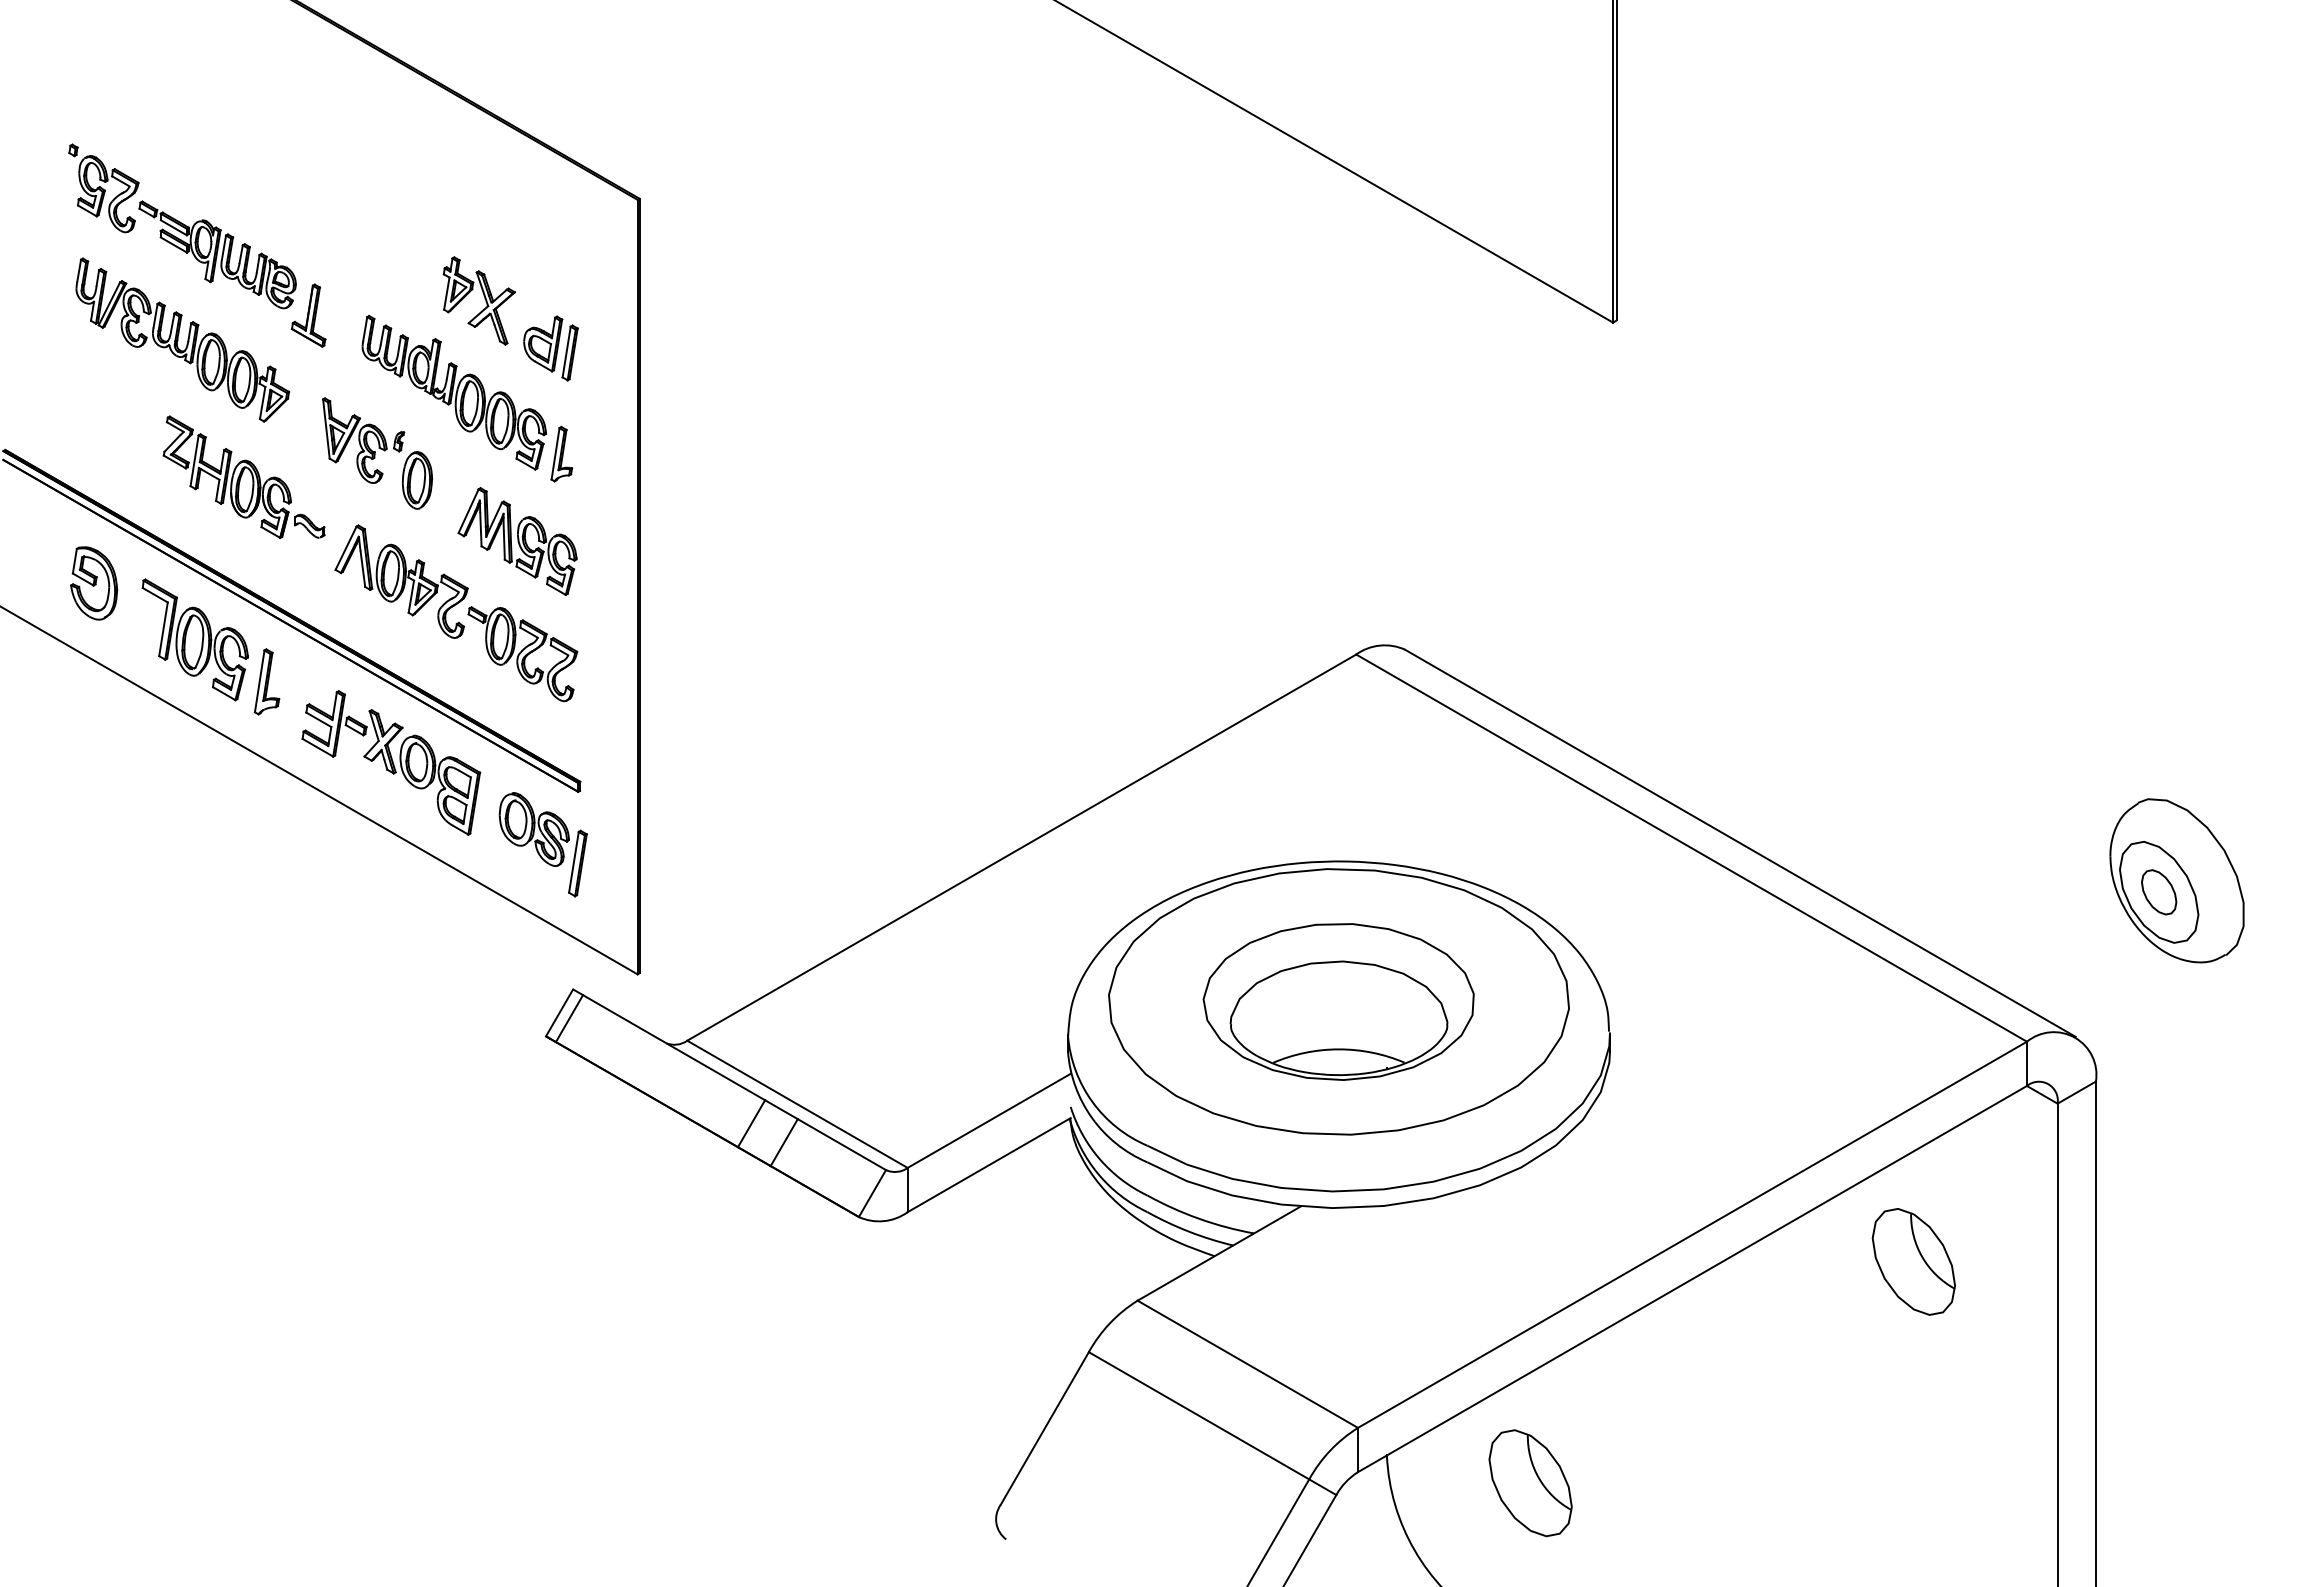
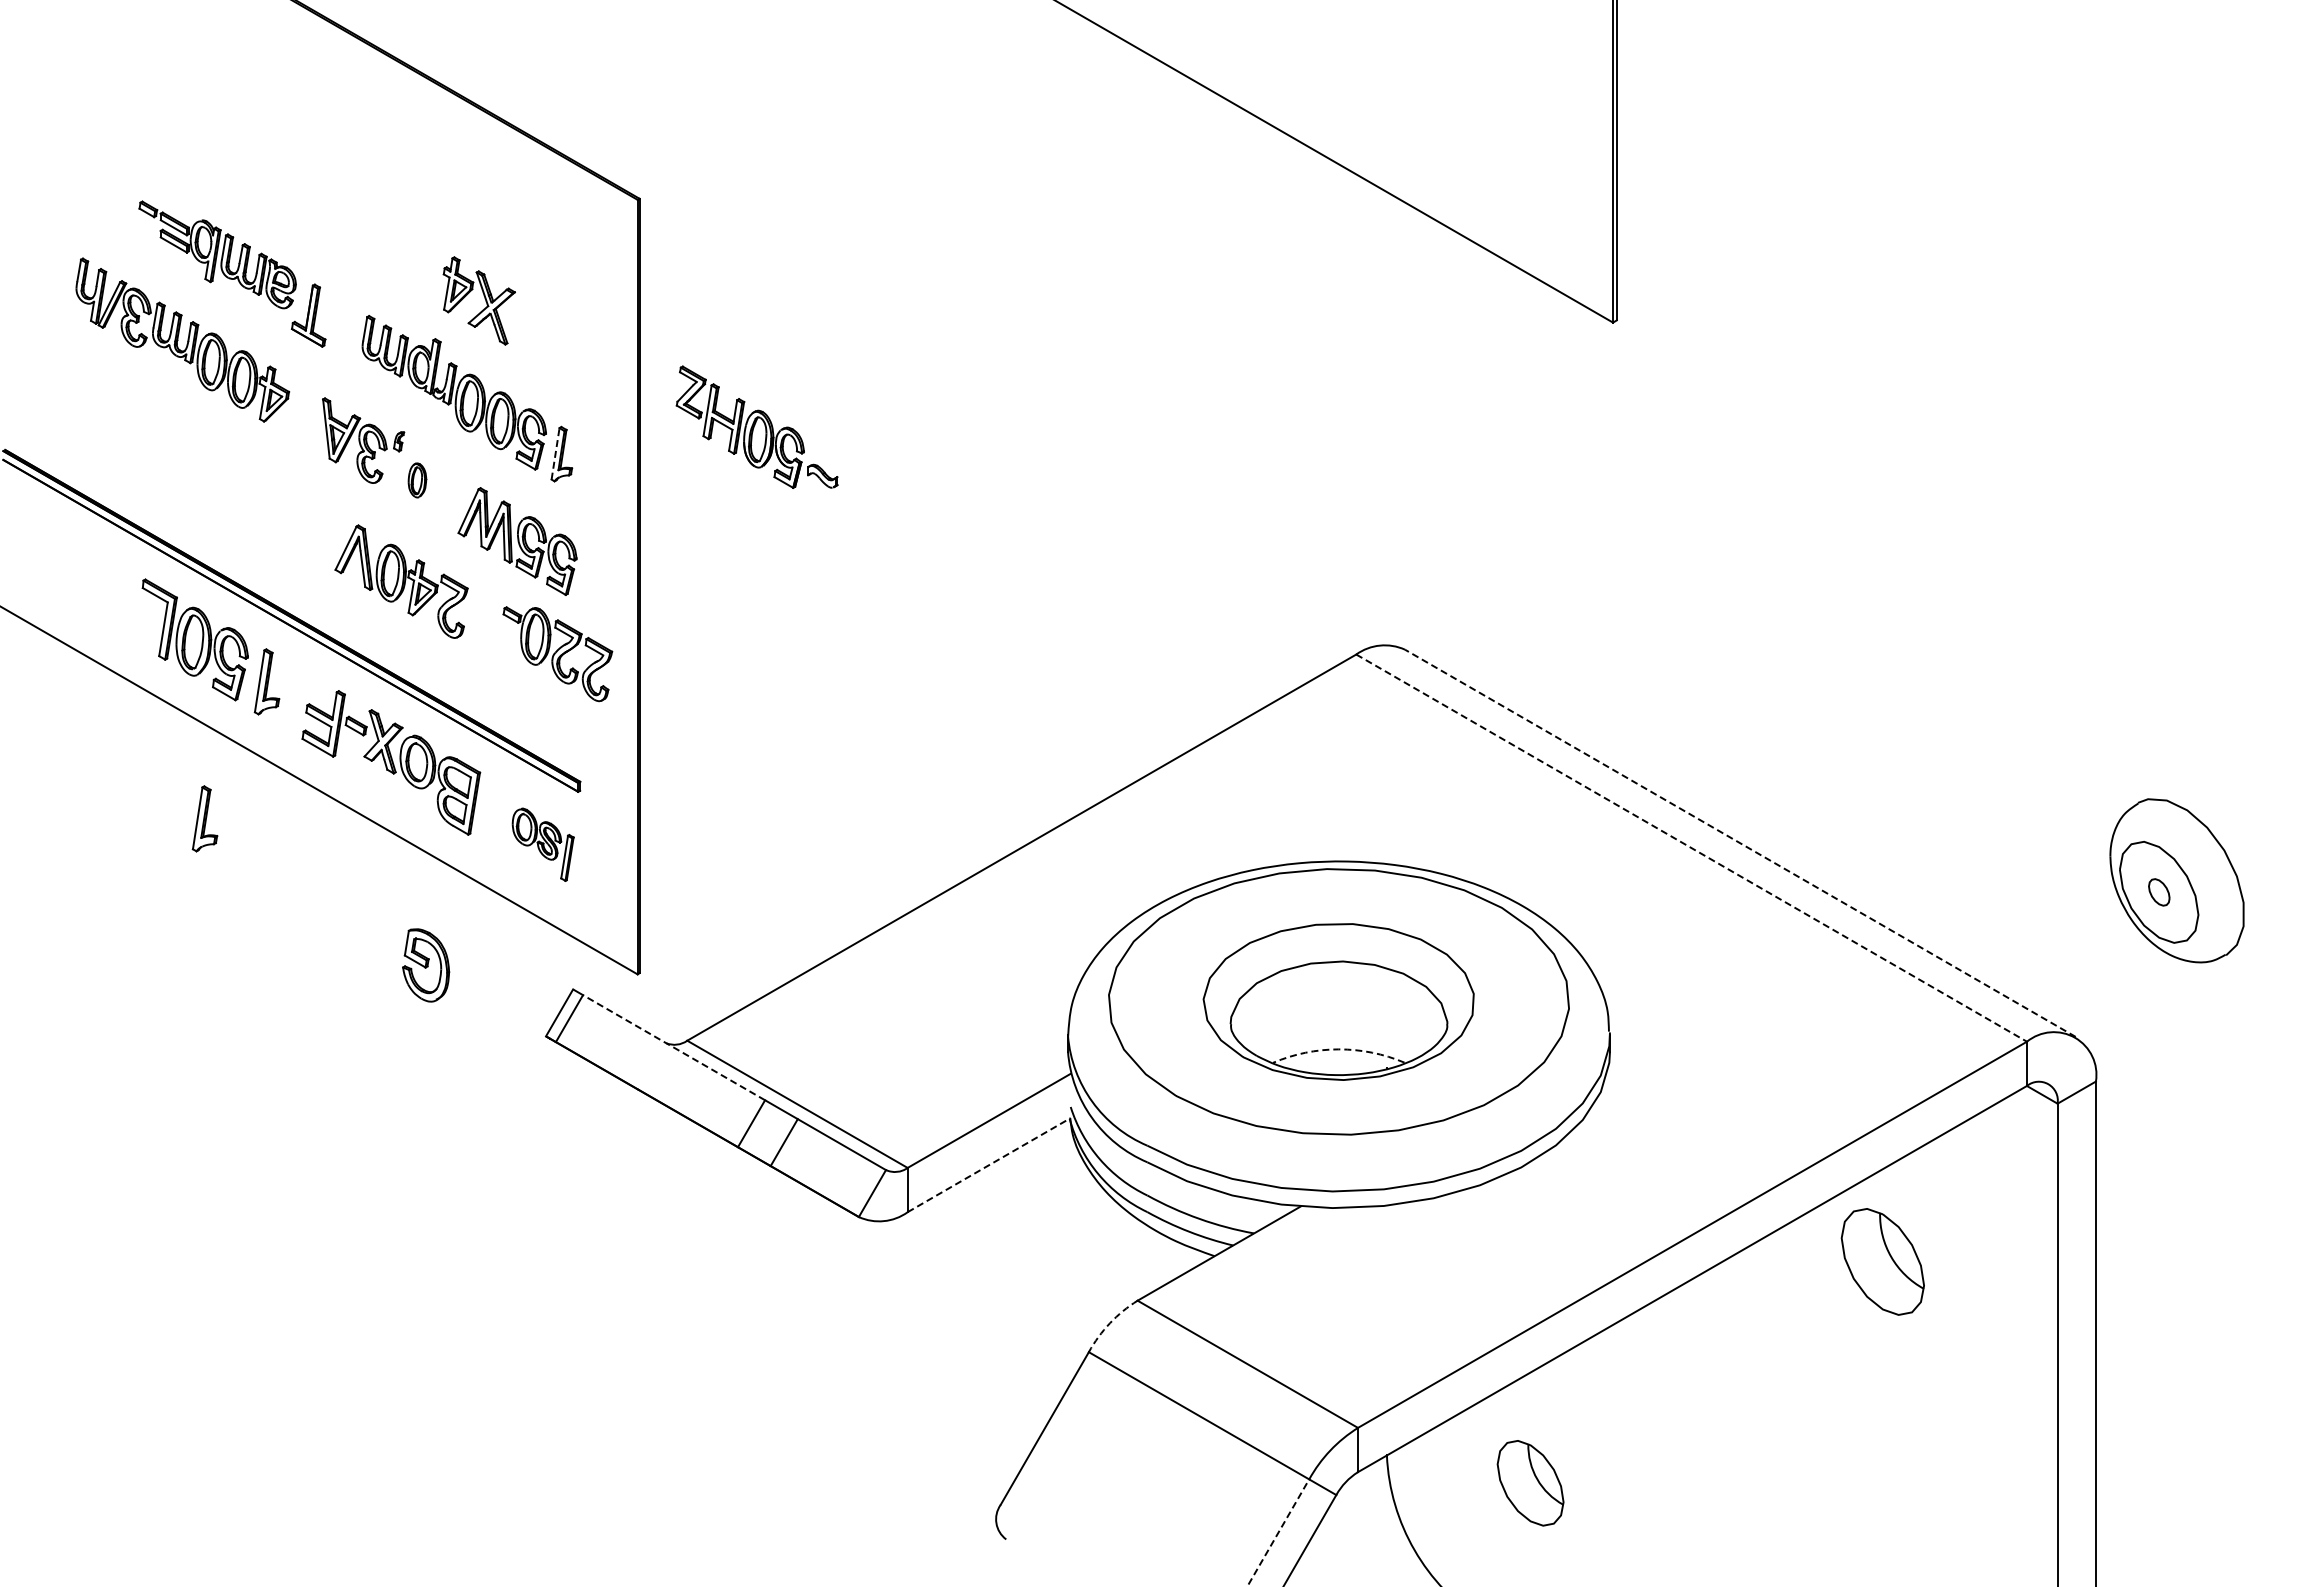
part at (103, 188): present -> none
part at (550, 348): present -> none
line at (555, 453): solid -> dashed
part at (243, 476) position: (243, 476) -> (756, 426)
part at (417, 480) size: 33x59 px -> 21x37 px
part at (94, 583) position: (94, 583) -> (426, 965)
part at (522, 654) position: (522, 654) -> (557, 654)
part at (204, 818): none -> present
line at (1739, 843): solid -> dashed
part at (542, 844) size: 90x106 px -> 64x75 px
line at (1692, 848): solid -> dashed
part at (2159, 892) size: 37x47 px -> 23x29 px
line at (673, 1047): solid -> dashed
arc at (1338, 1049): solid -> dashed
line at (989, 1164): solid -> dashed
part at (1913, 1261) position: (1913, 1261) -> (1882, 1261)
arc at (1109, 1323): solid -> dashed
part at (1530, 1483) size: 85x109 px -> 69x87 px
line at (1278, 1532): solid -> dashed
